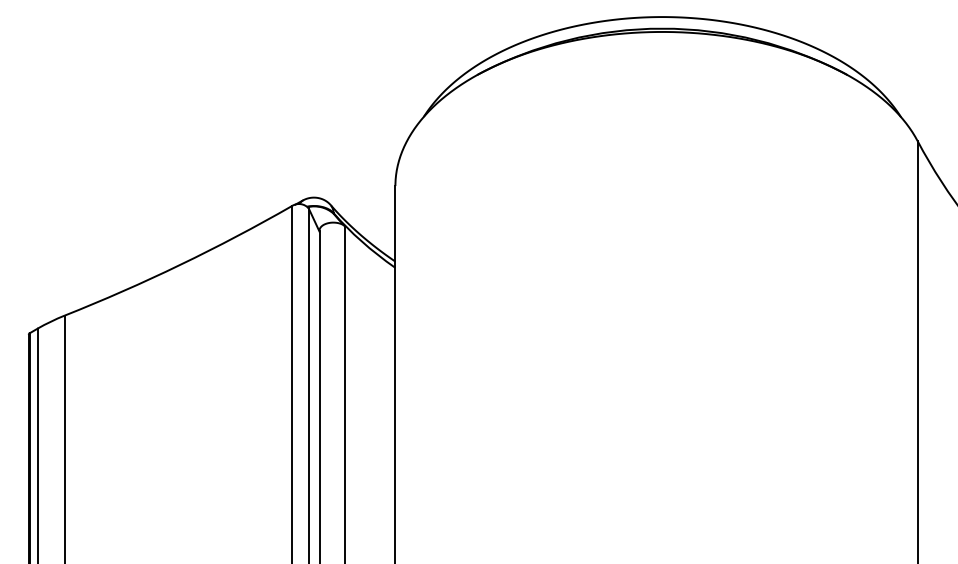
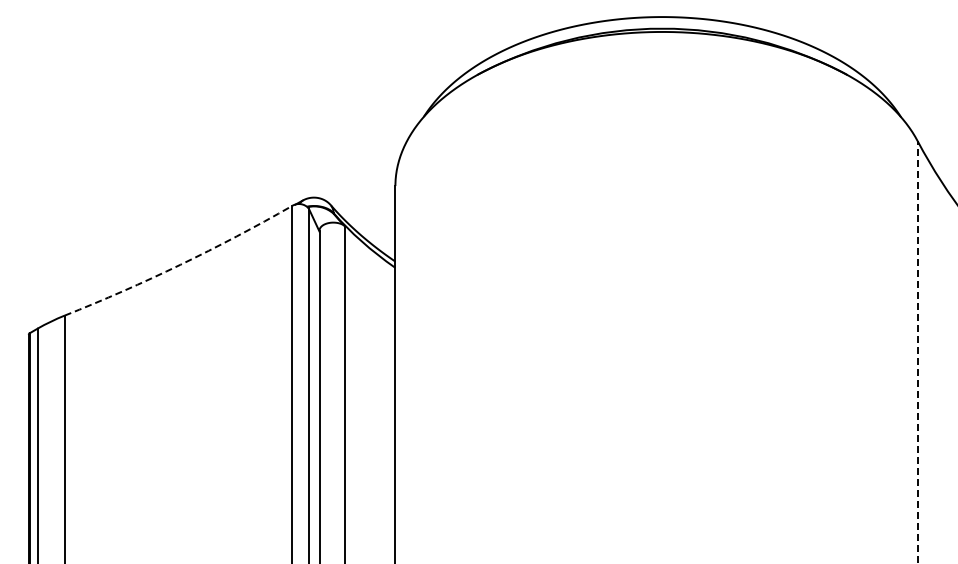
arc at (180, 264): solid -> dashed
line at (917, 352): solid -> dashed
